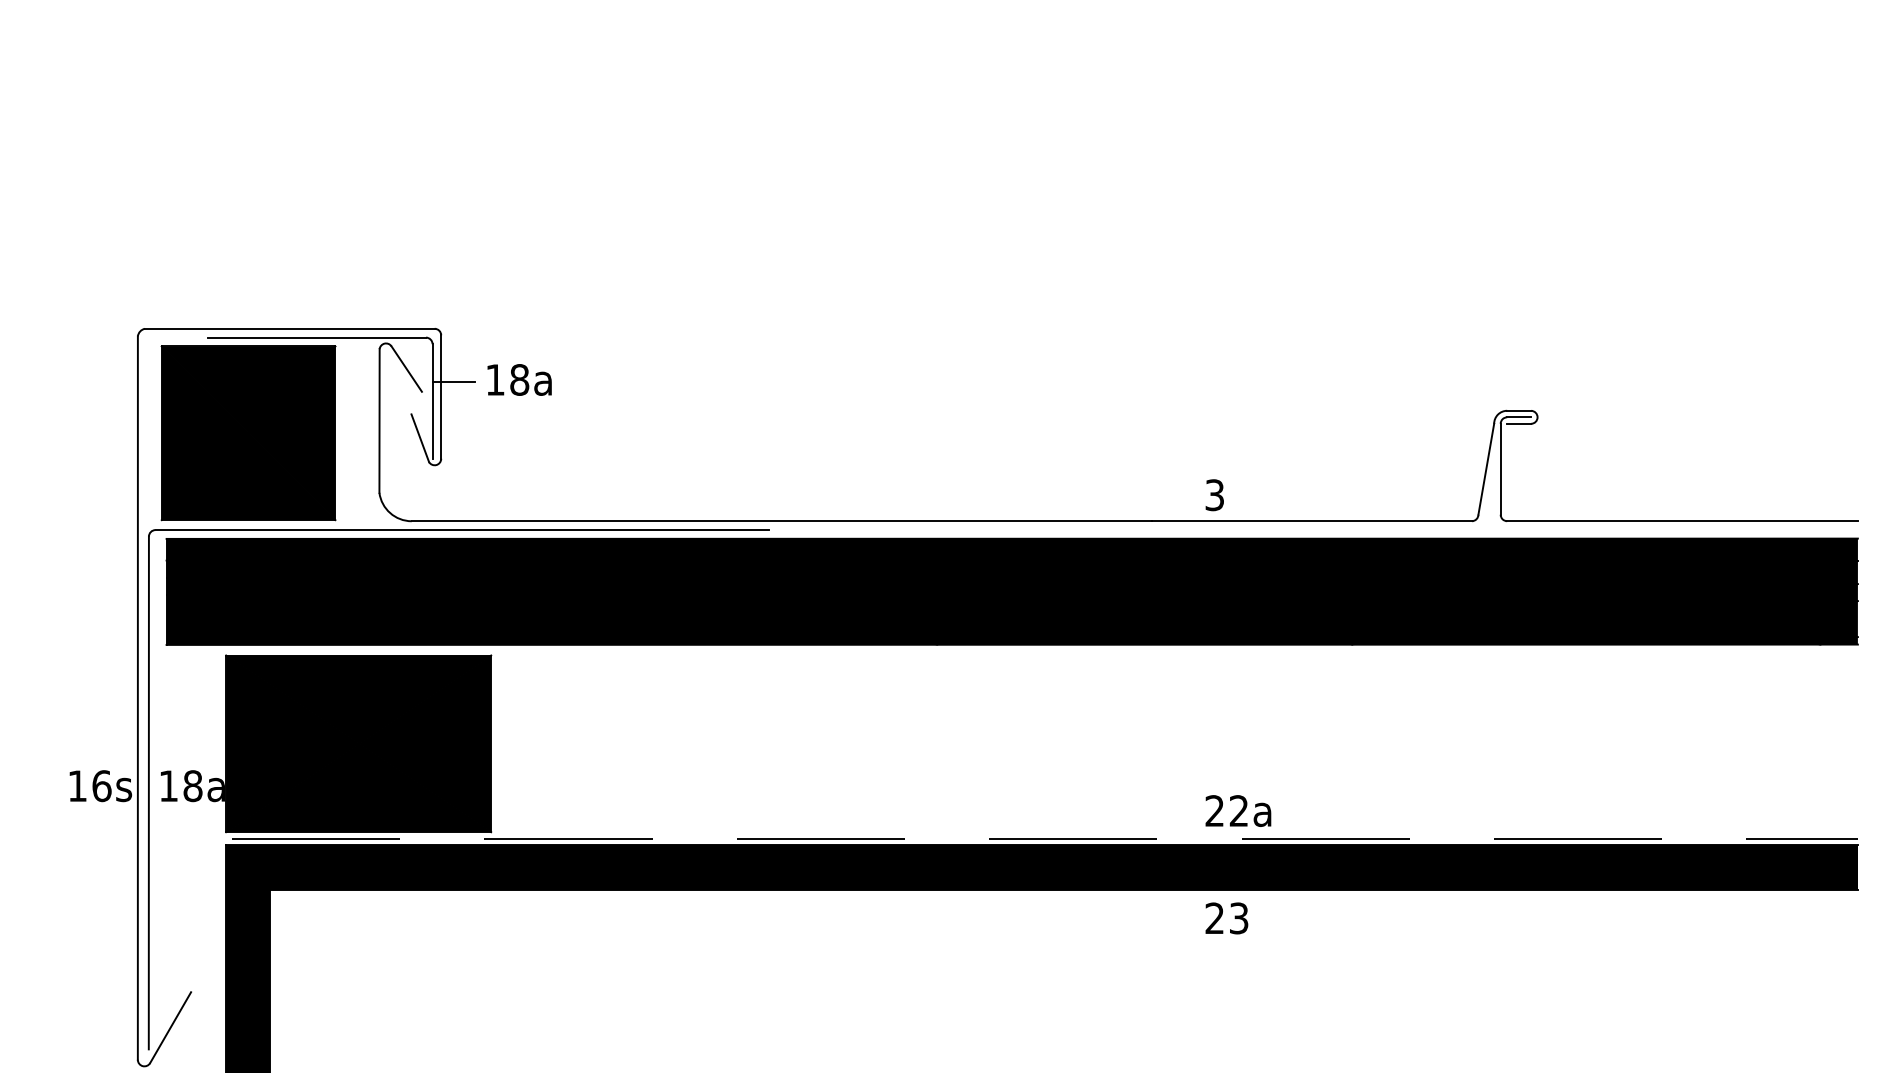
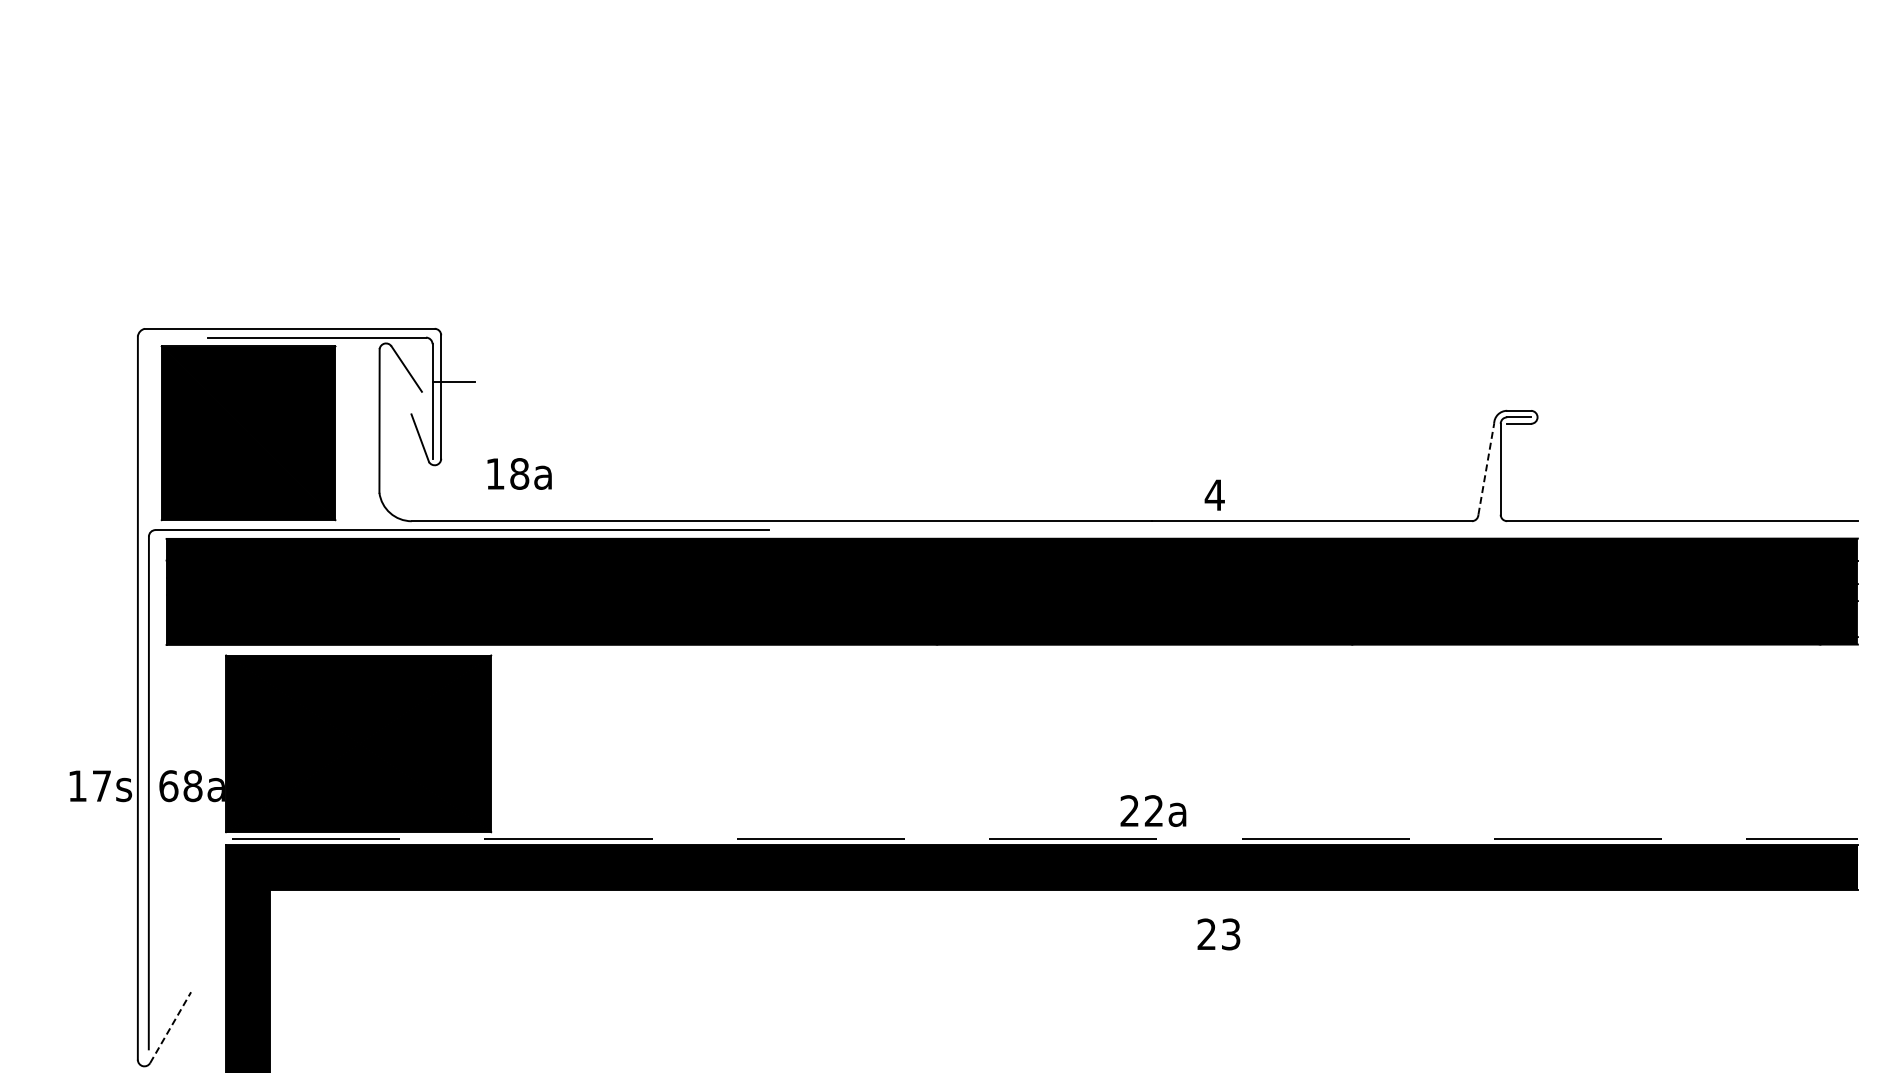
text at (519, 379) position: (519, 379) -> (519, 473)
line at (1486, 468): solid -> dashed
text at (1214, 495): 3 -> 4
text at (101, 786): 16s -> 17s
text at (168, 786): 18a -> 68a
text at (1238, 810) position: (1238, 810) -> (1153, 810)
text at (1226, 918) position: (1226, 918) -> (1218, 934)
line at (170, 1027): solid -> dashed
